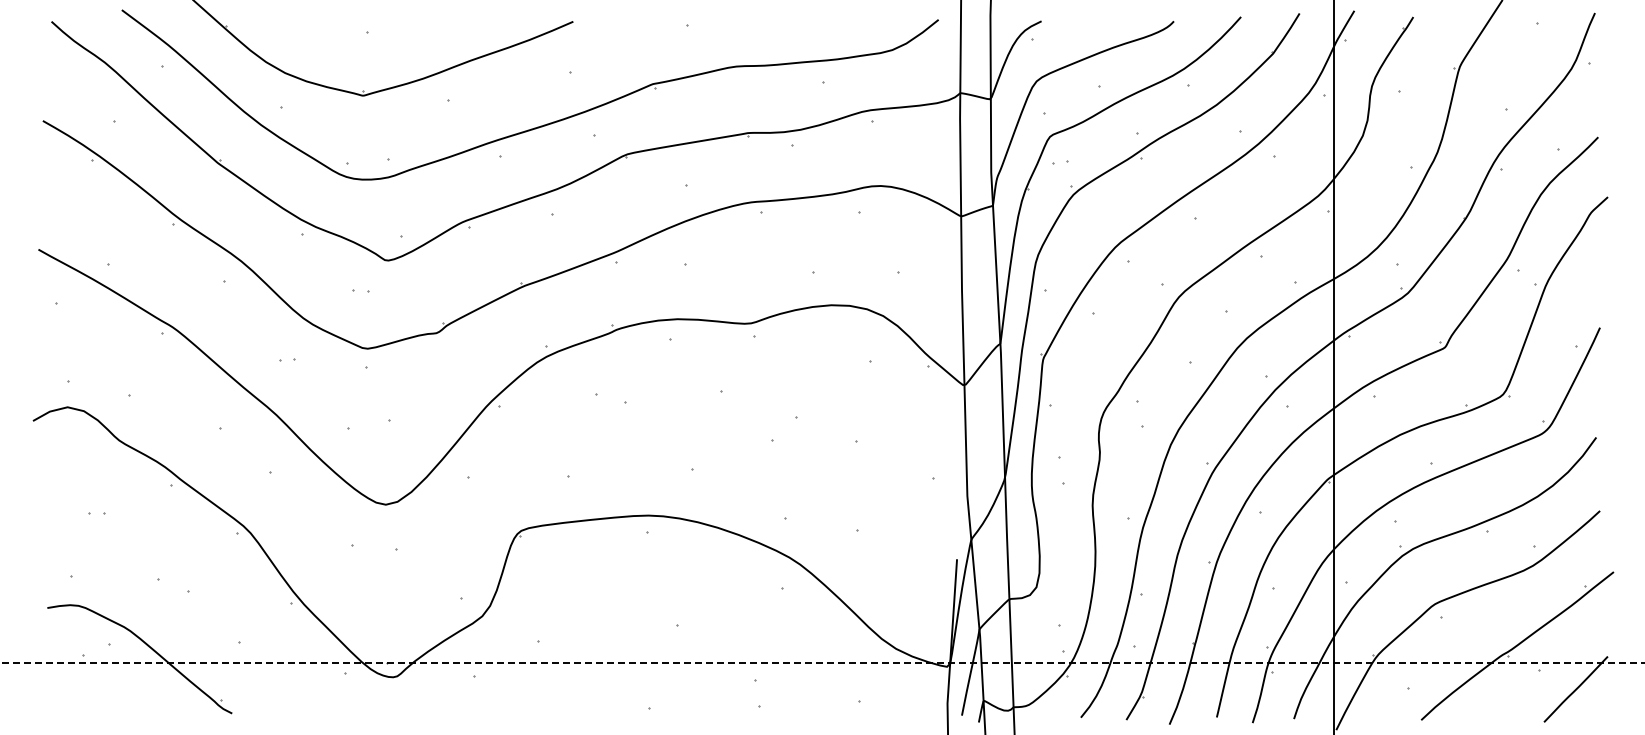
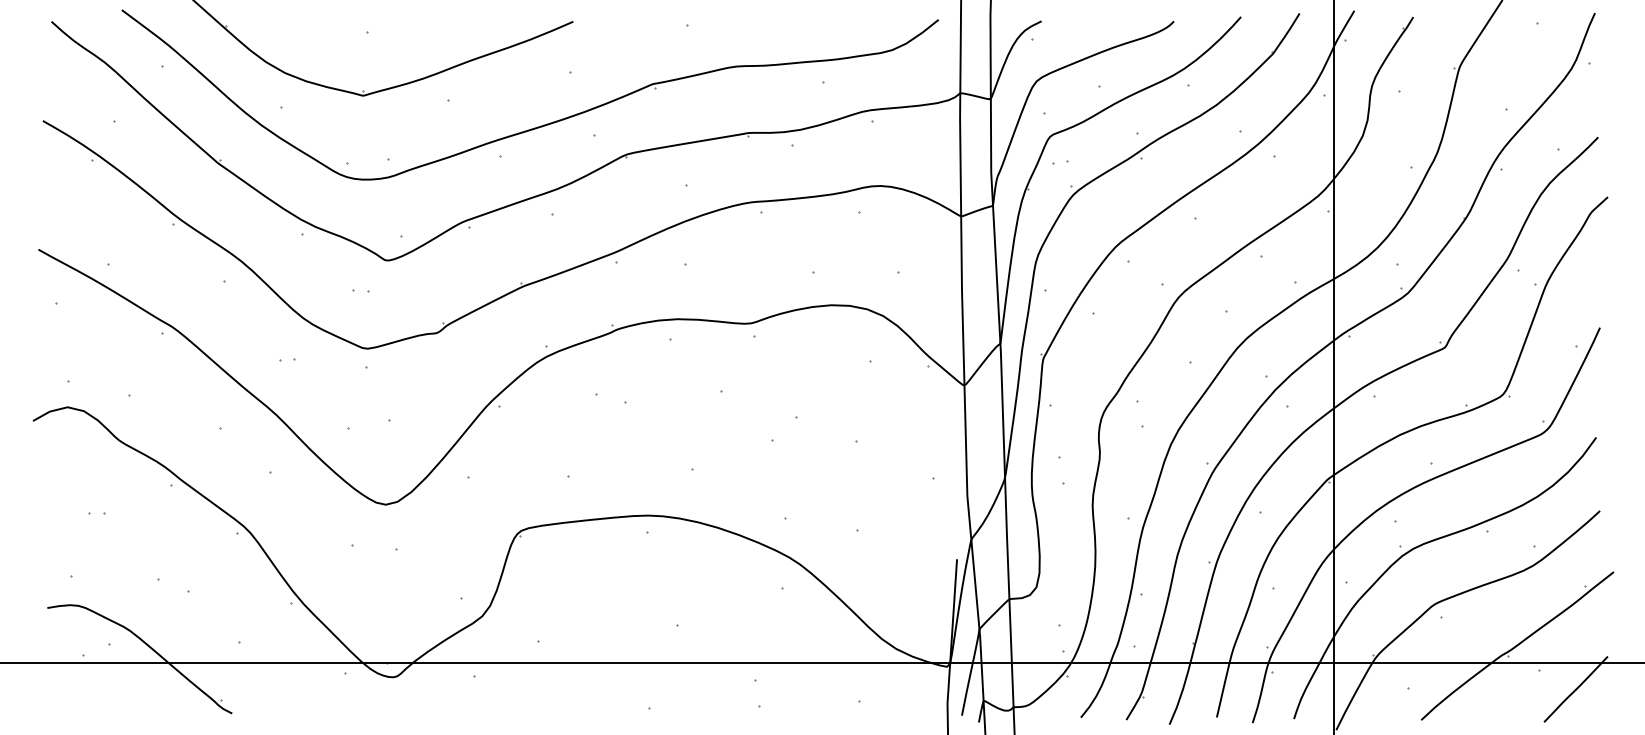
line at (822, 663): dashed -> solid
